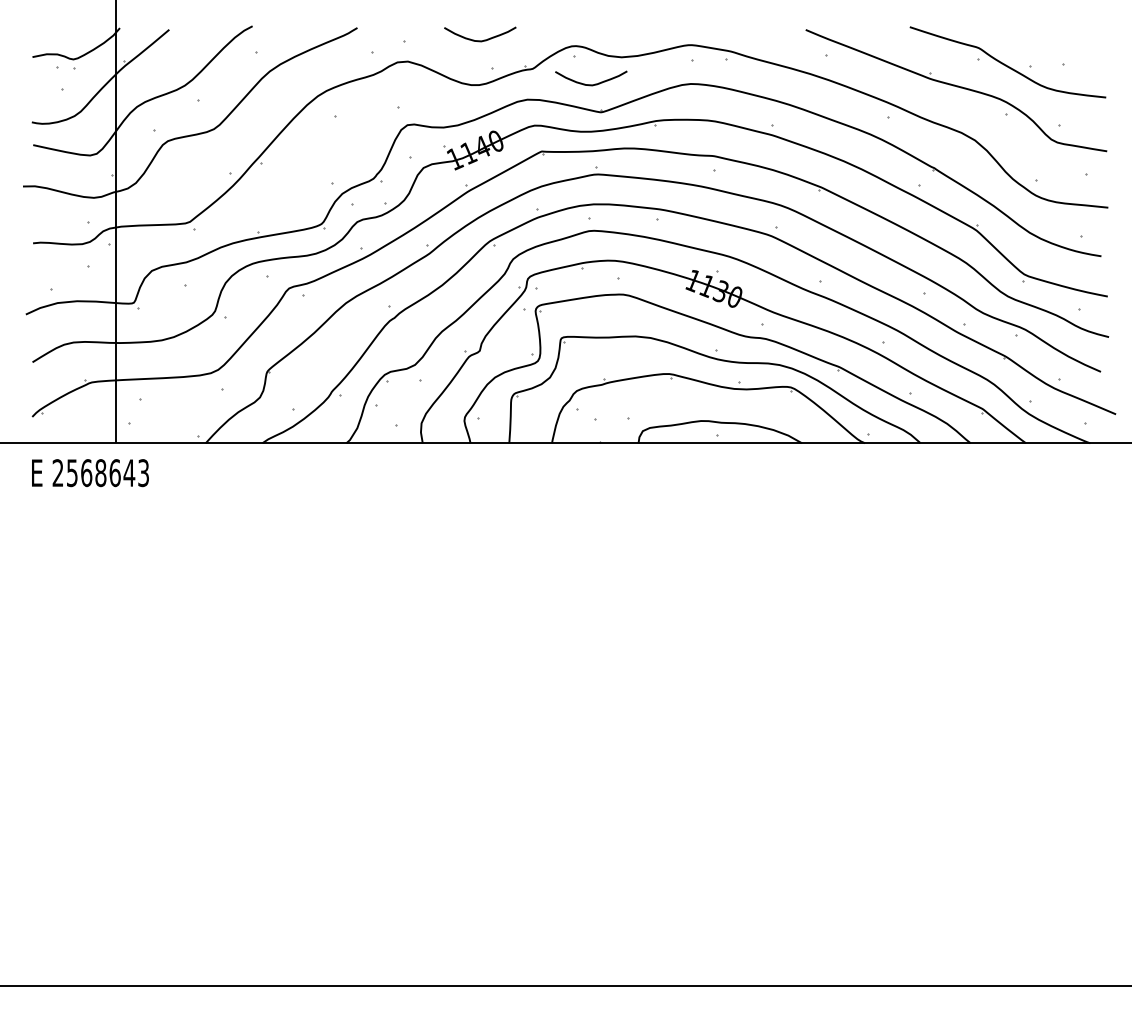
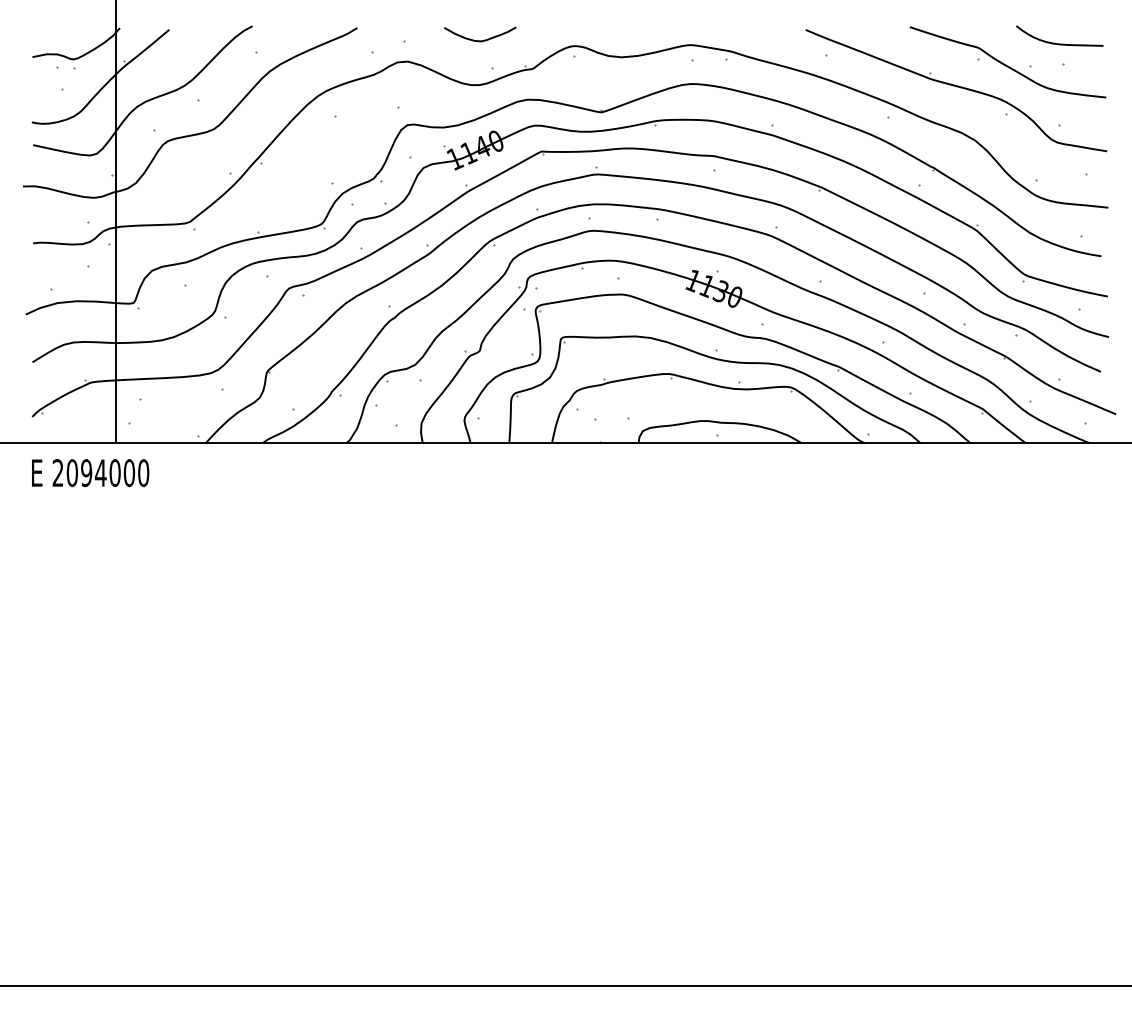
curve at (1059, 43): none -> present
curve at (591, 84): present -> none
text at (107, 473): 2568643 -> 2094000
